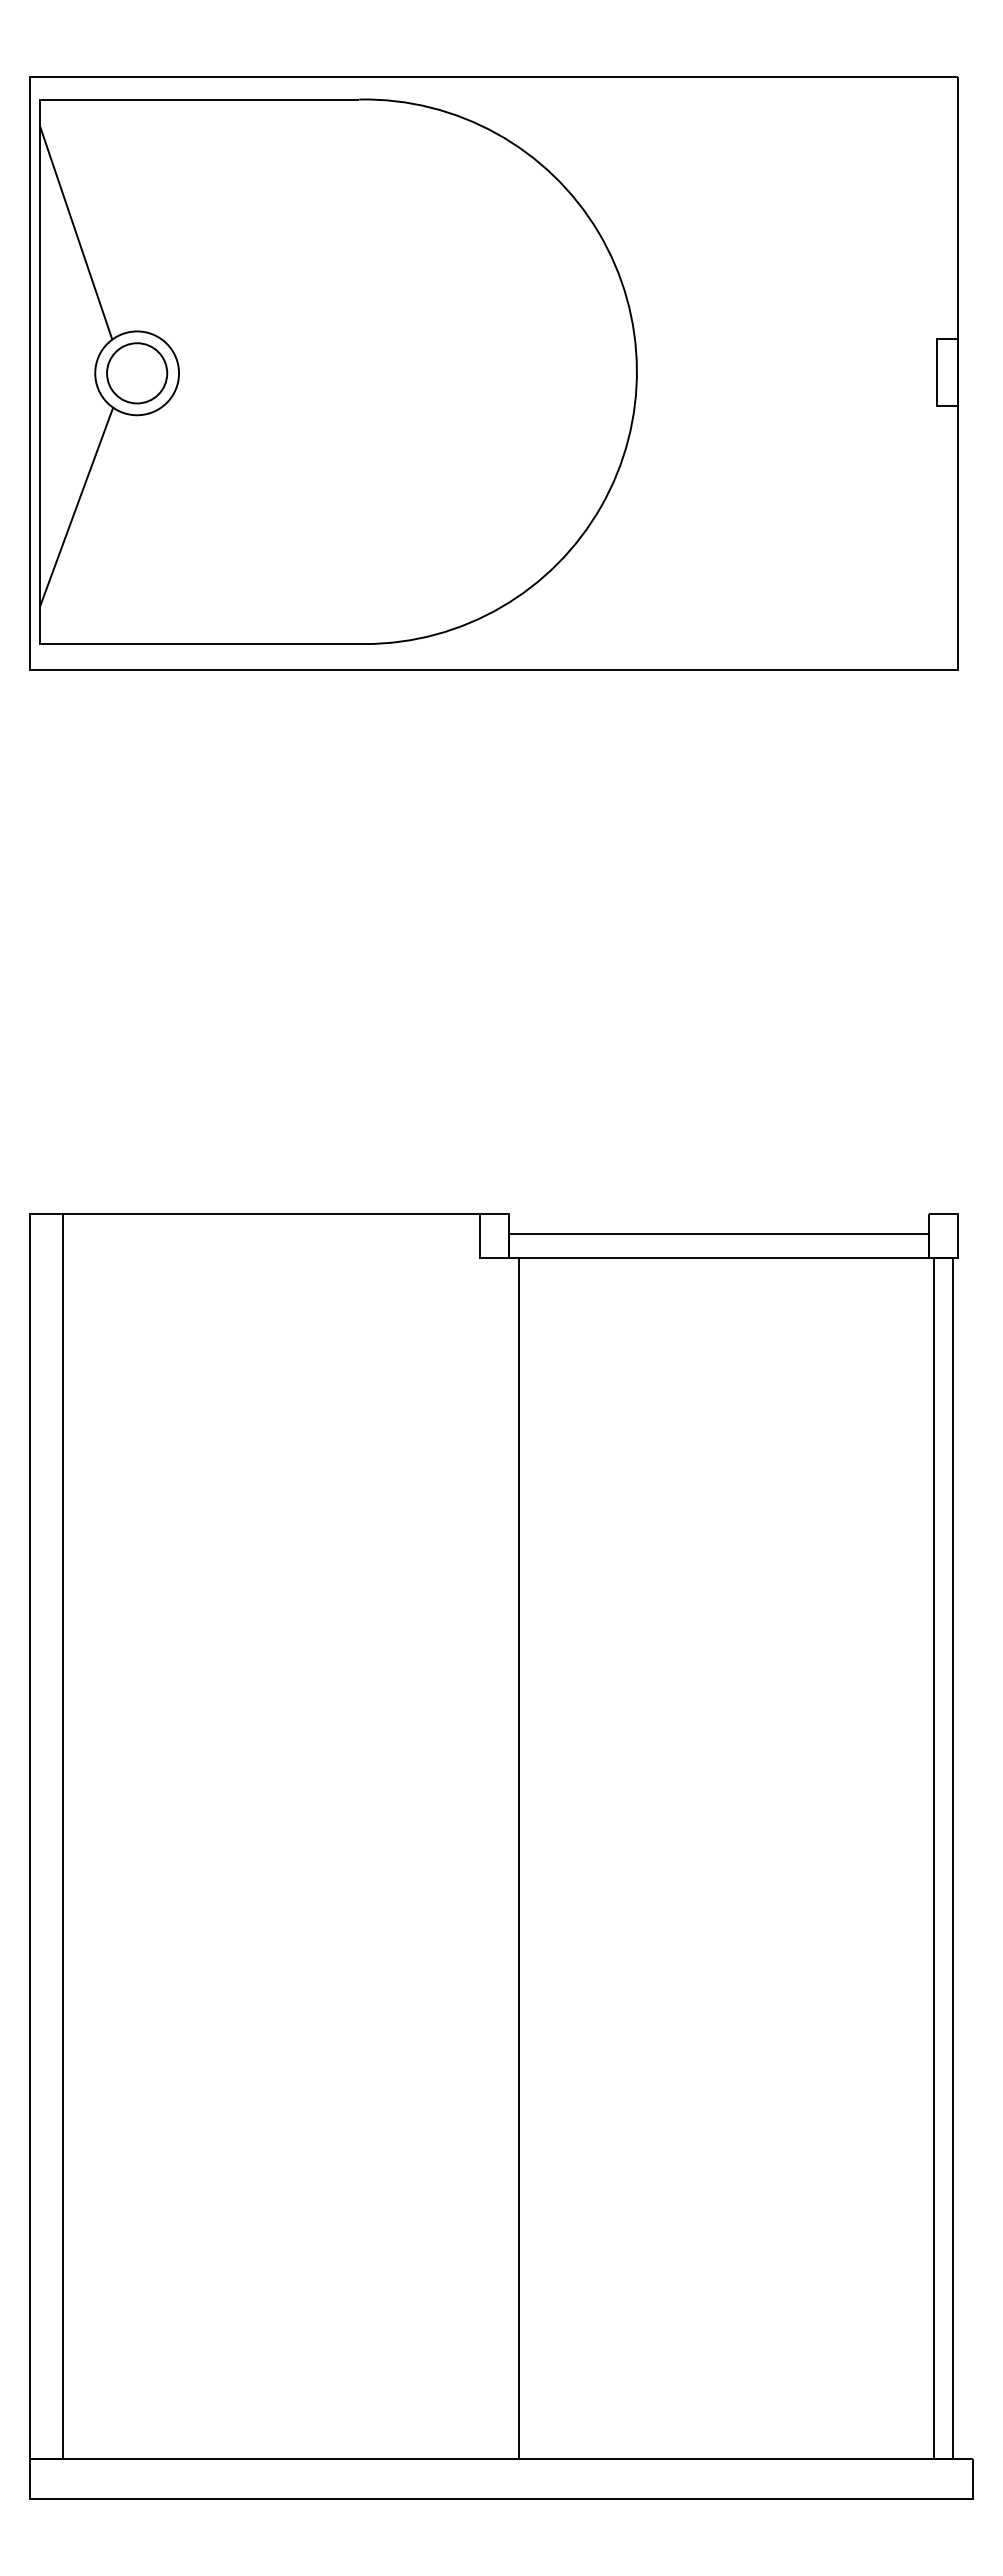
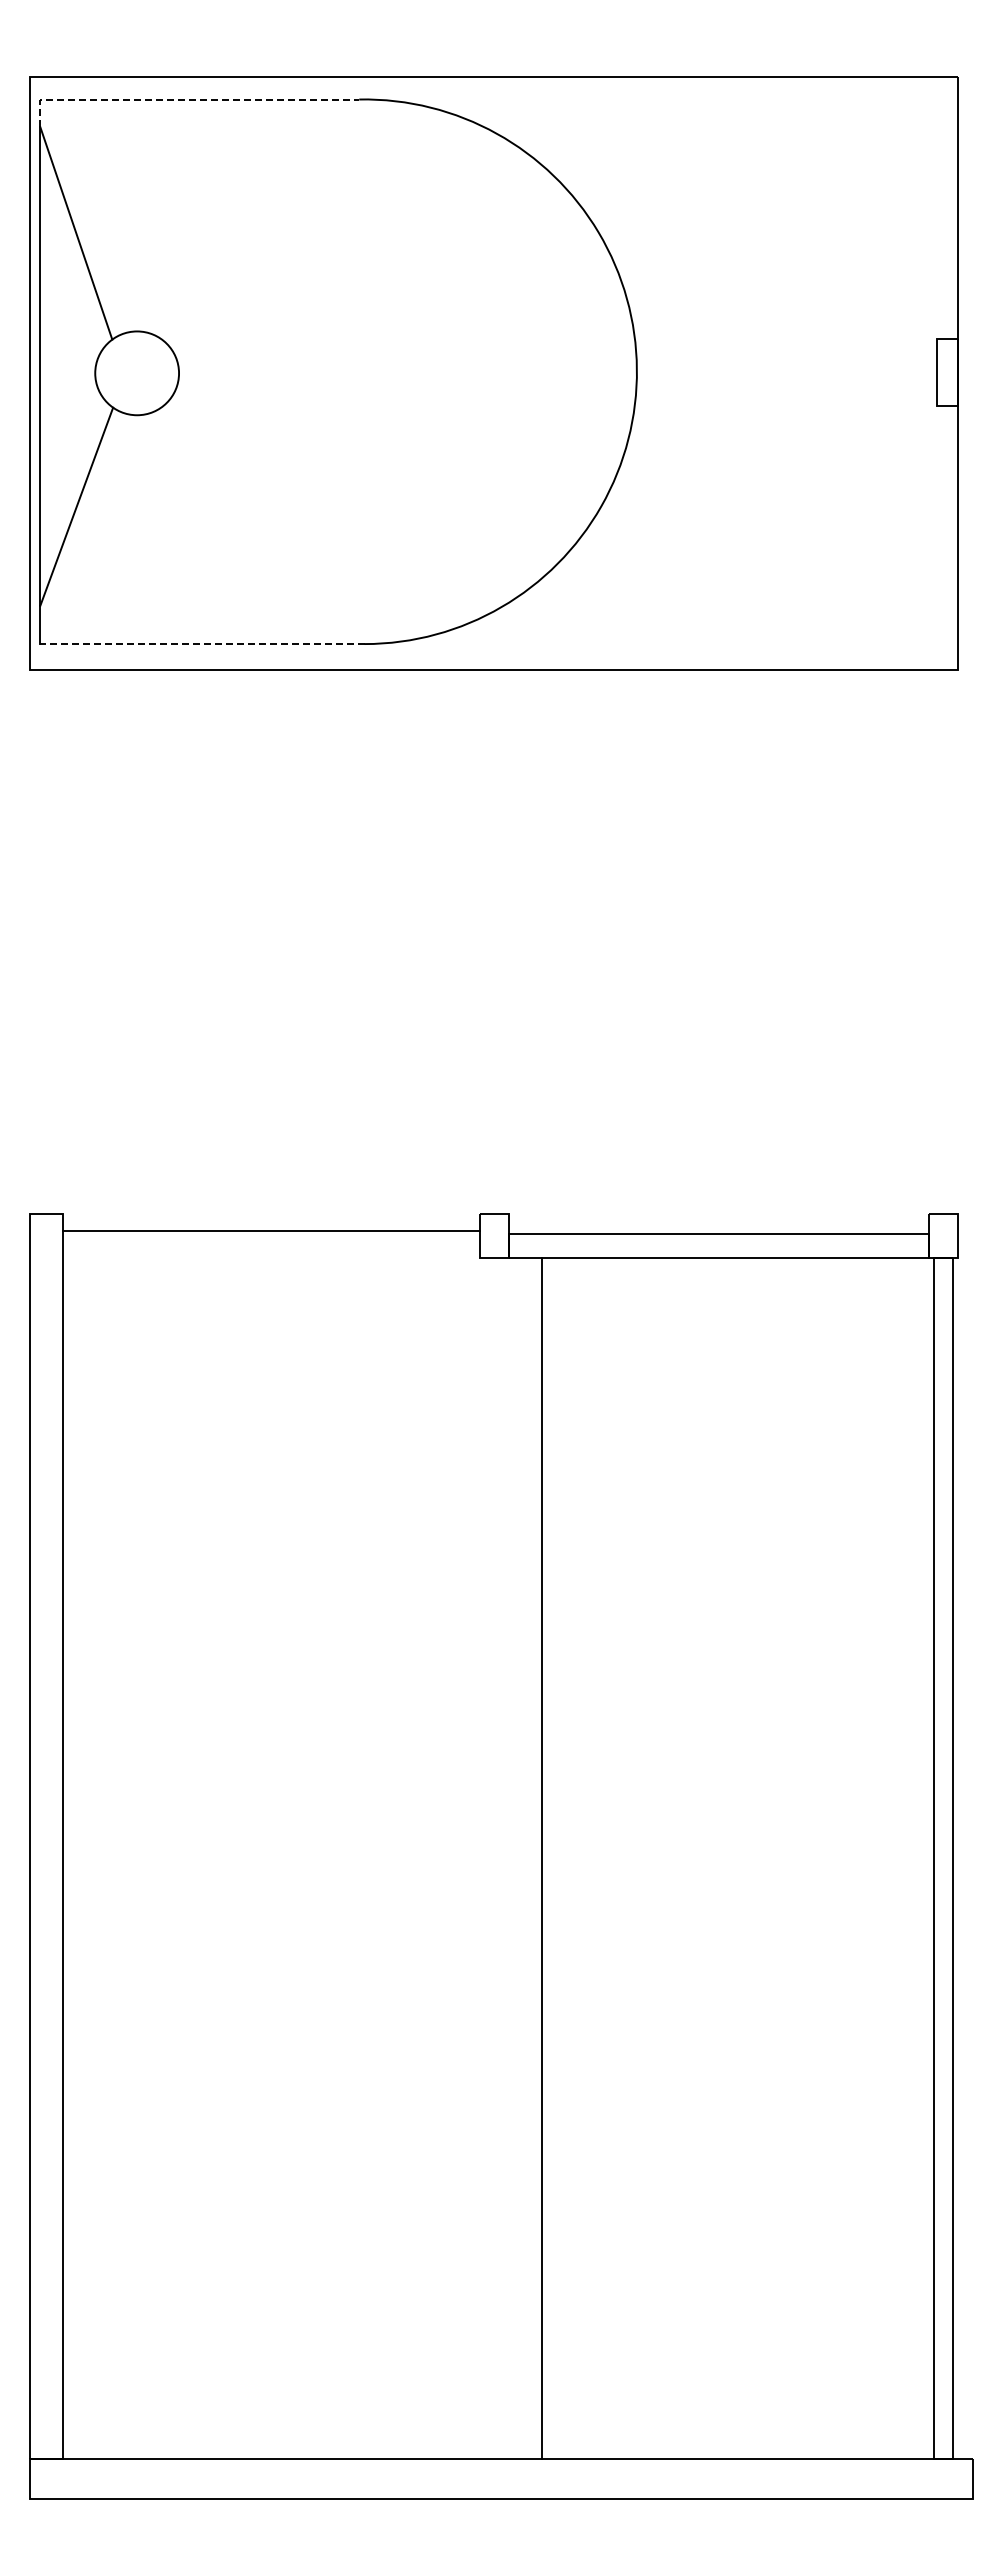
line at (185, 99): solid -> dashed
circle at (137, 373): present -> none
line at (201, 644): solid -> dashed
line at (271, 1214) position: (271, 1214) -> (271, 1231)
line at (519, 1857) position: (519, 1857) -> (542, 1857)
